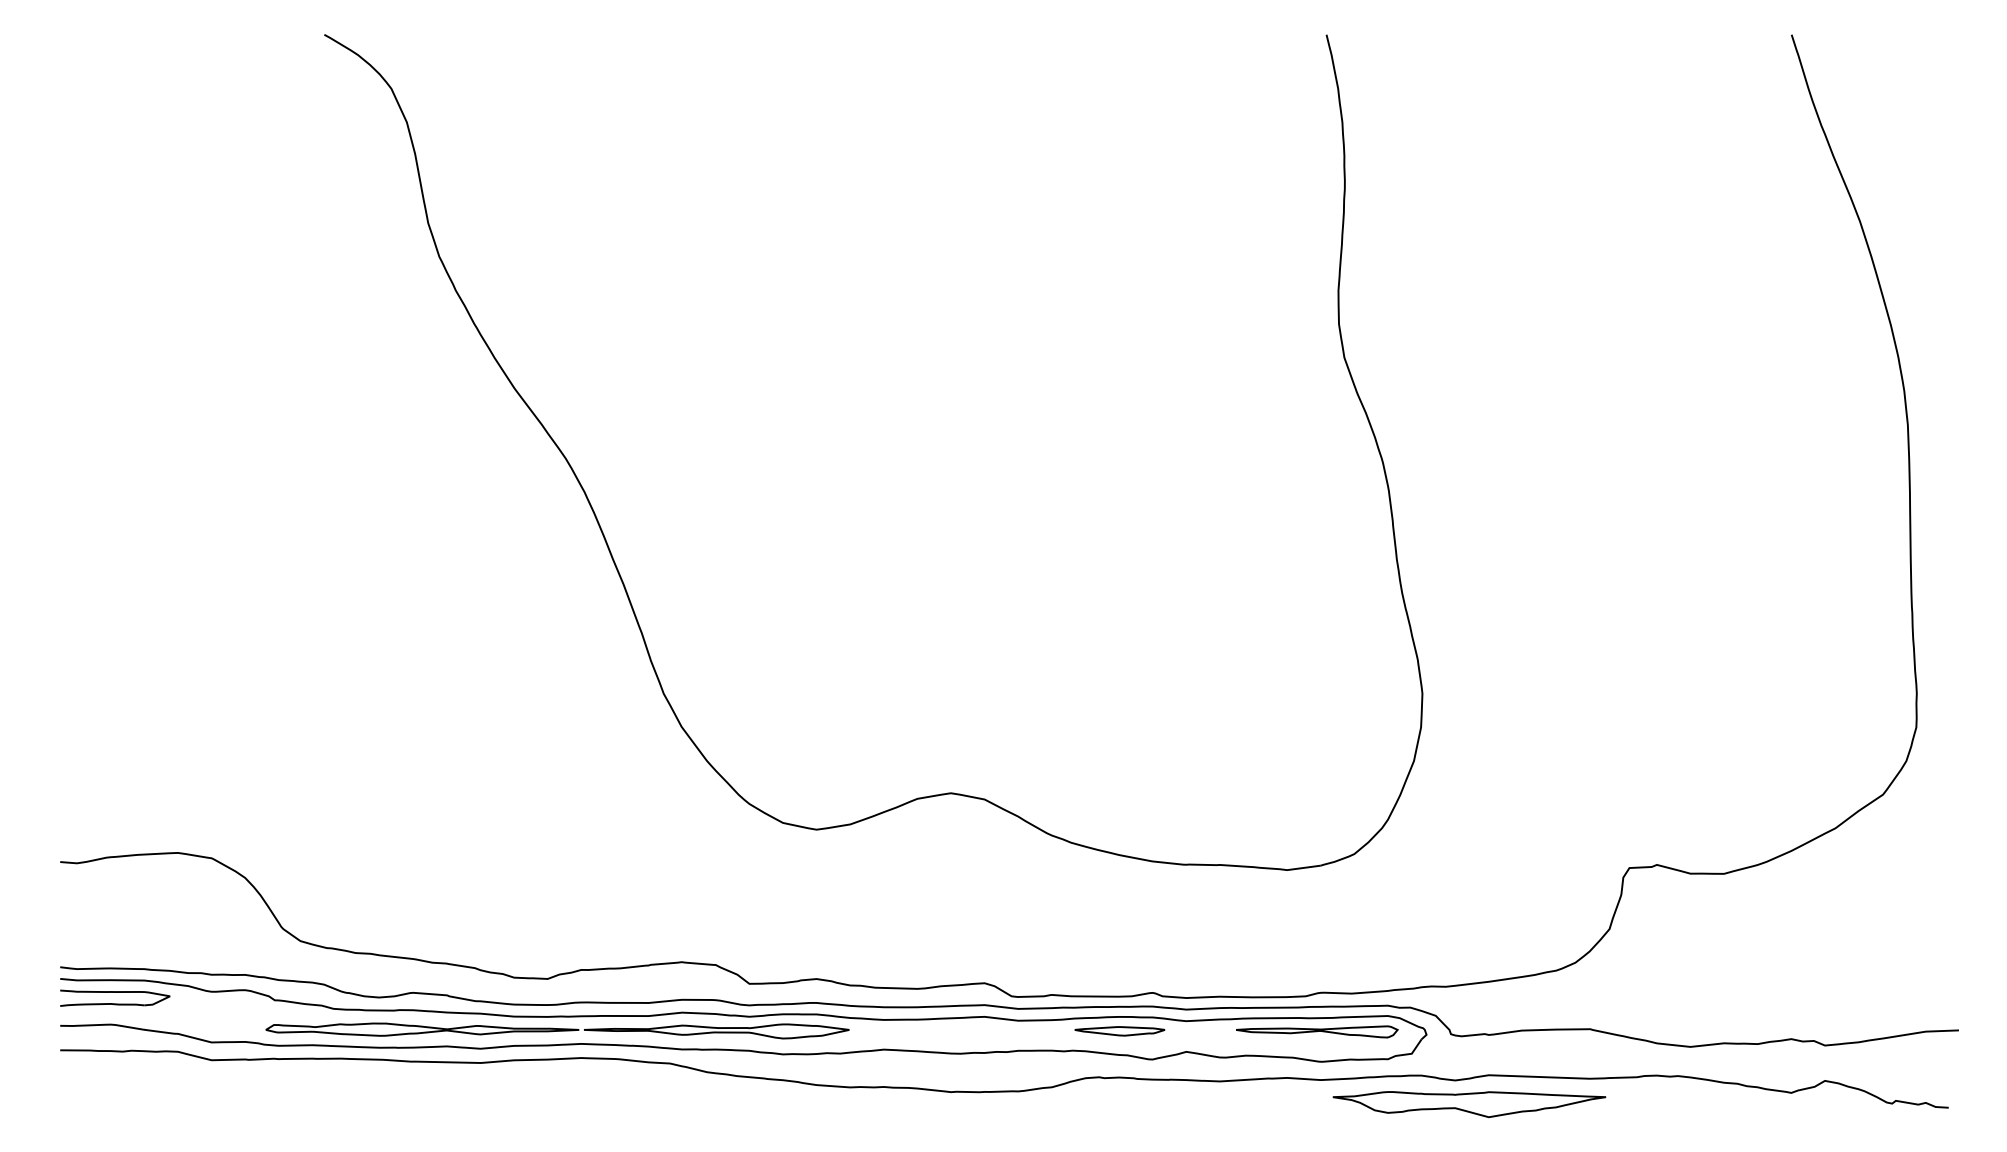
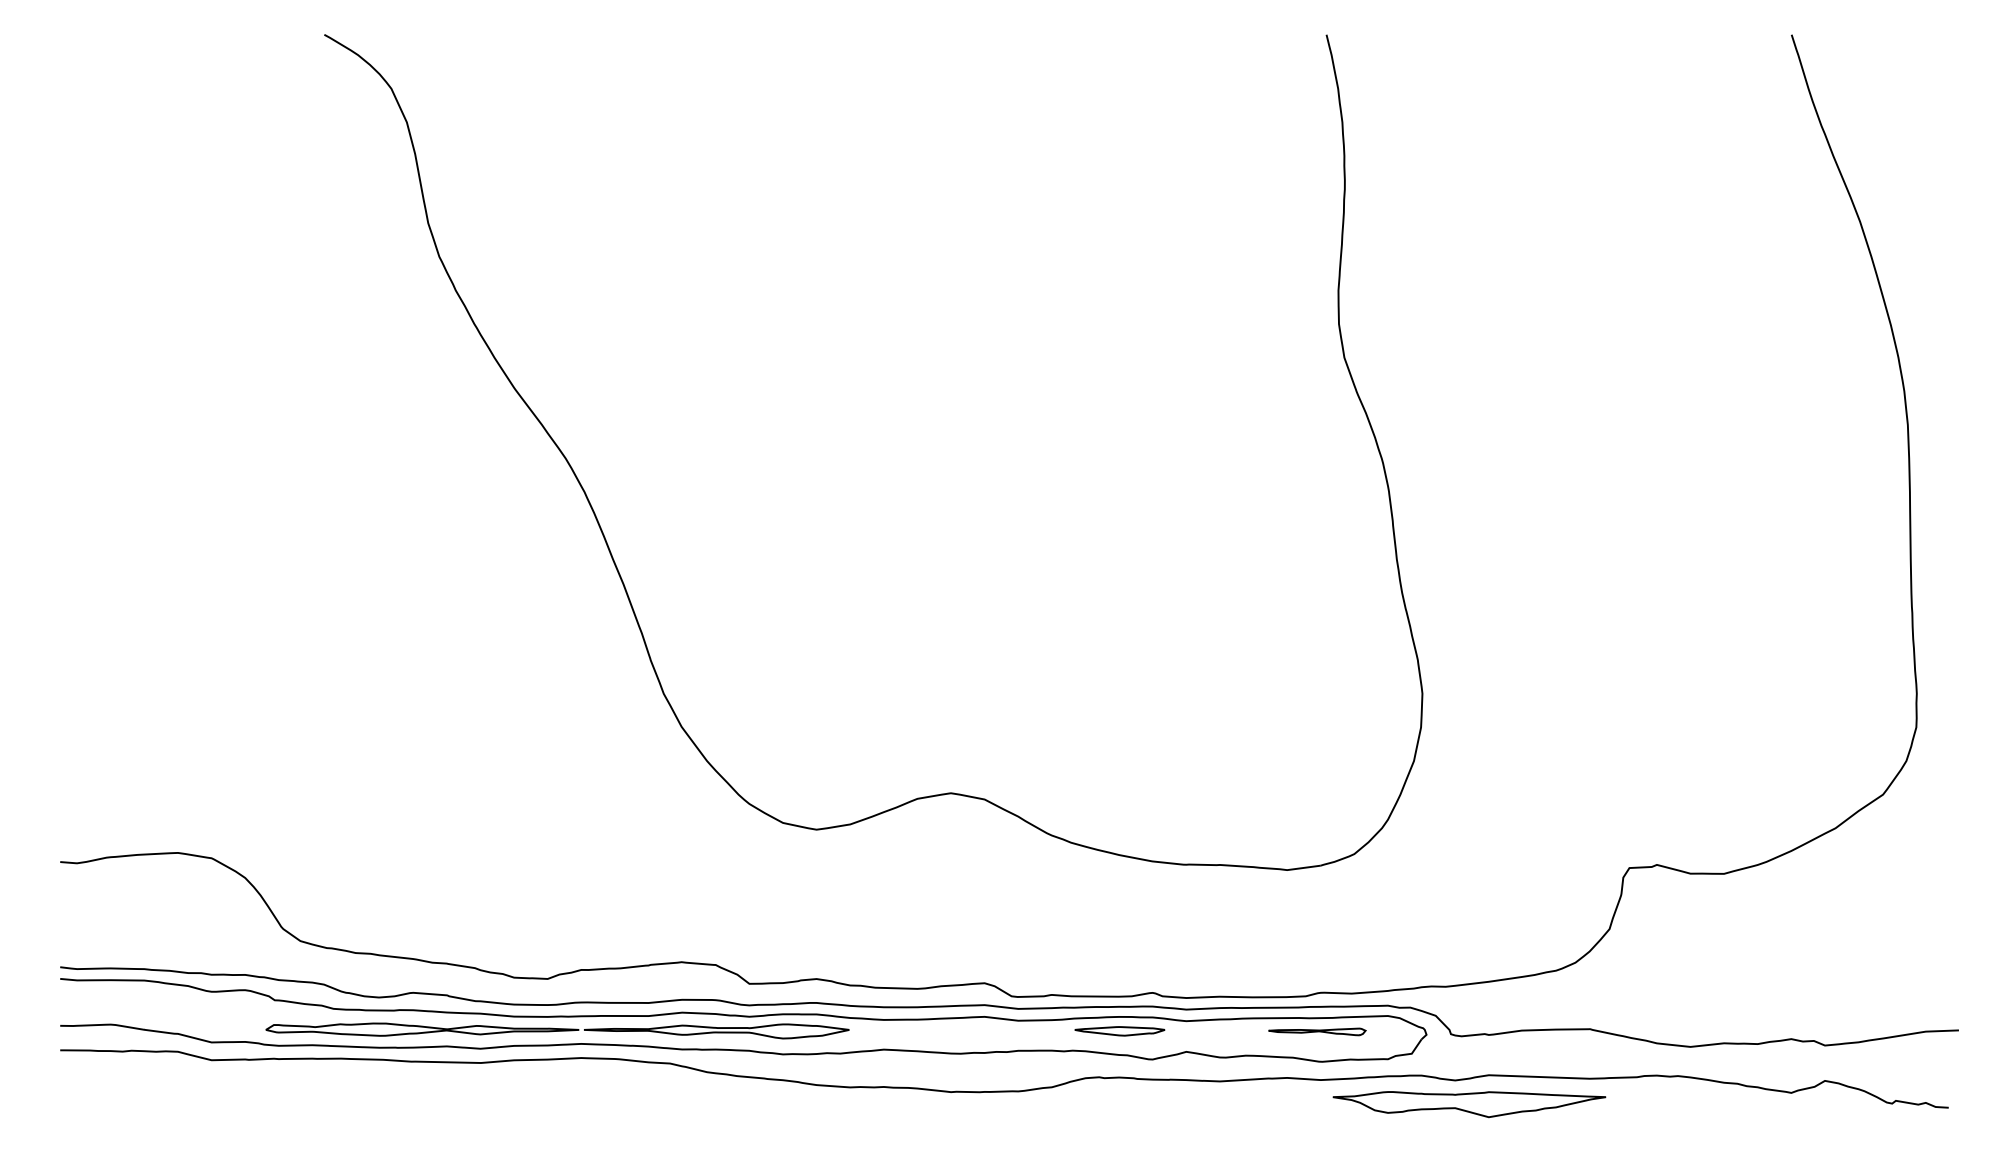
part at (115, 997): present -> none
part at (1317, 1031) size: 163x14 px -> 99x10 px
